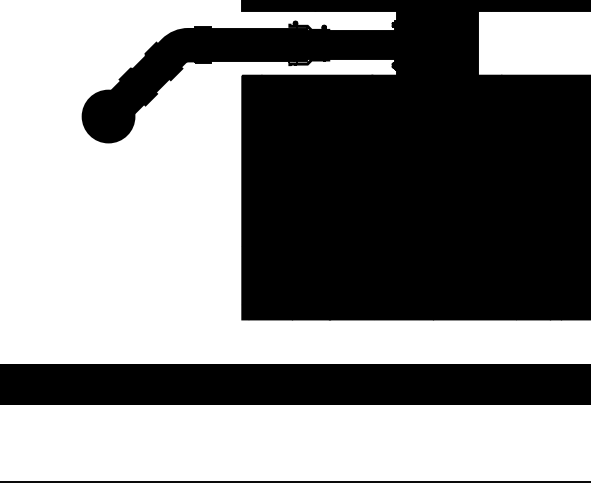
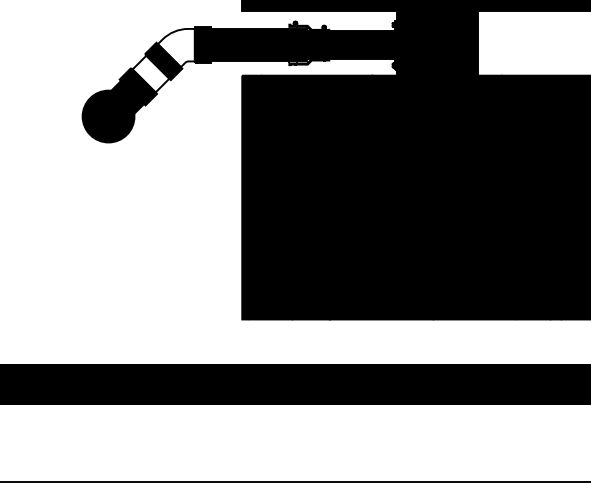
fill at (175, 47): present -> none
fill at (150, 73): present -> none
